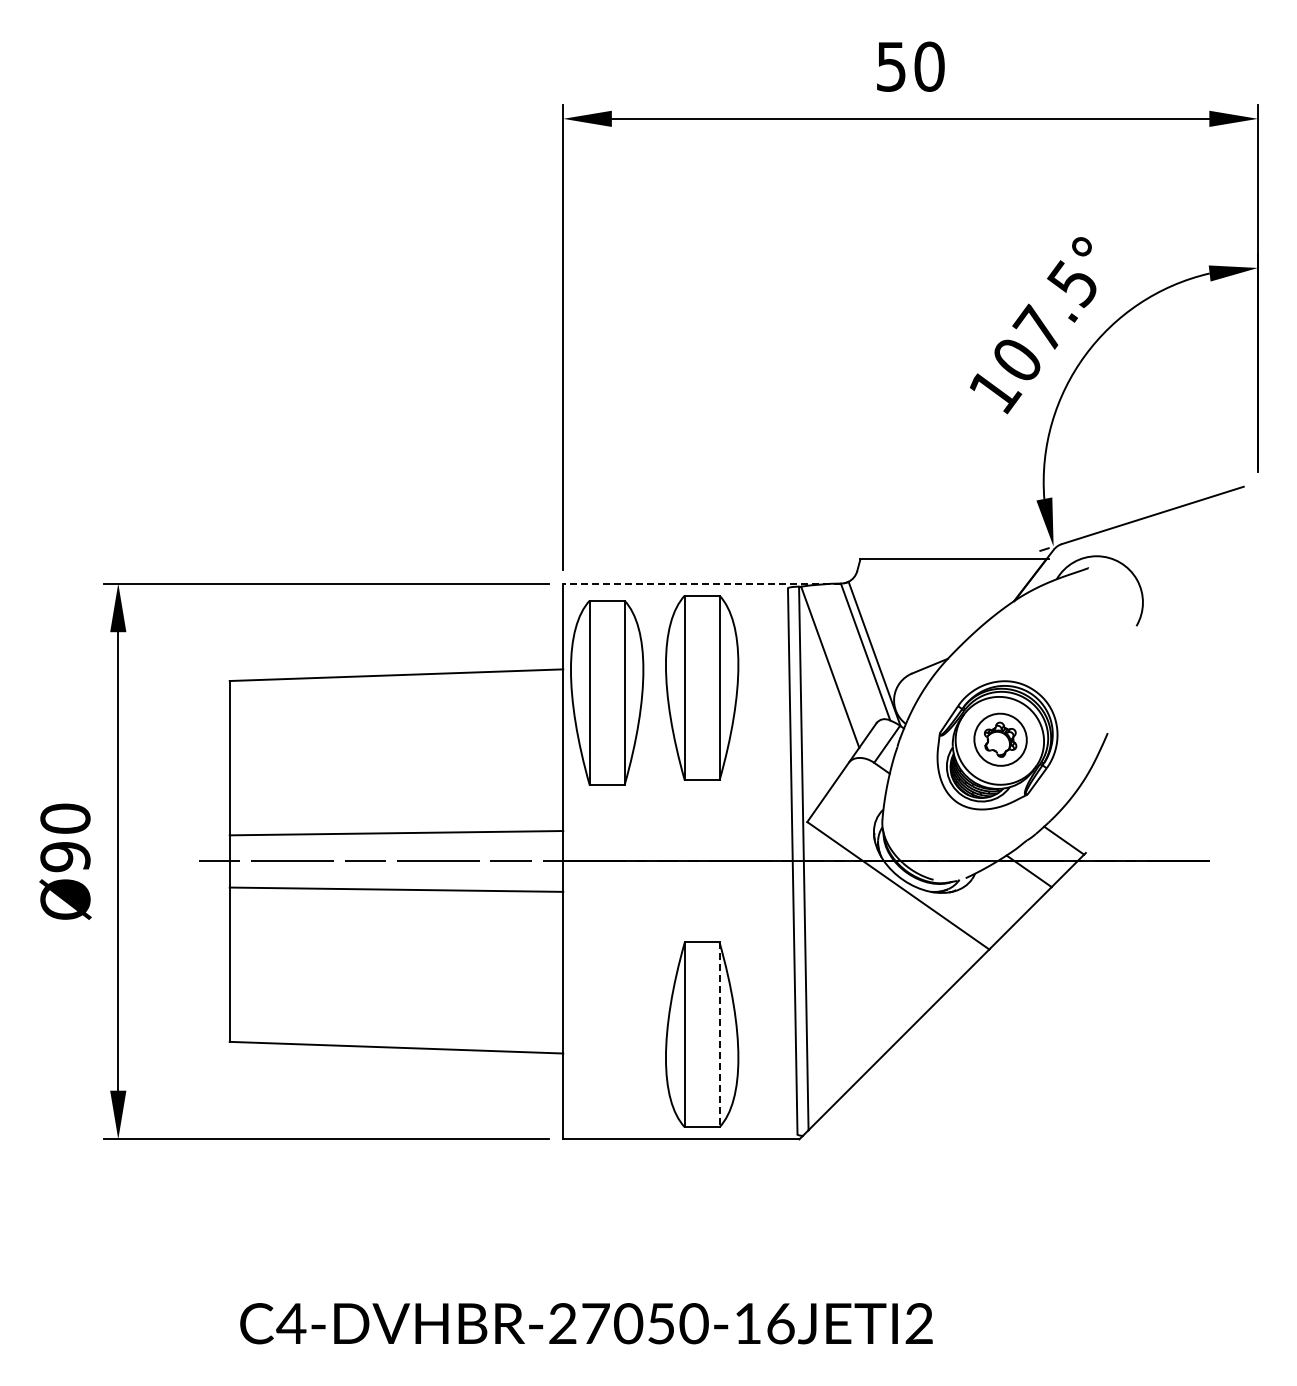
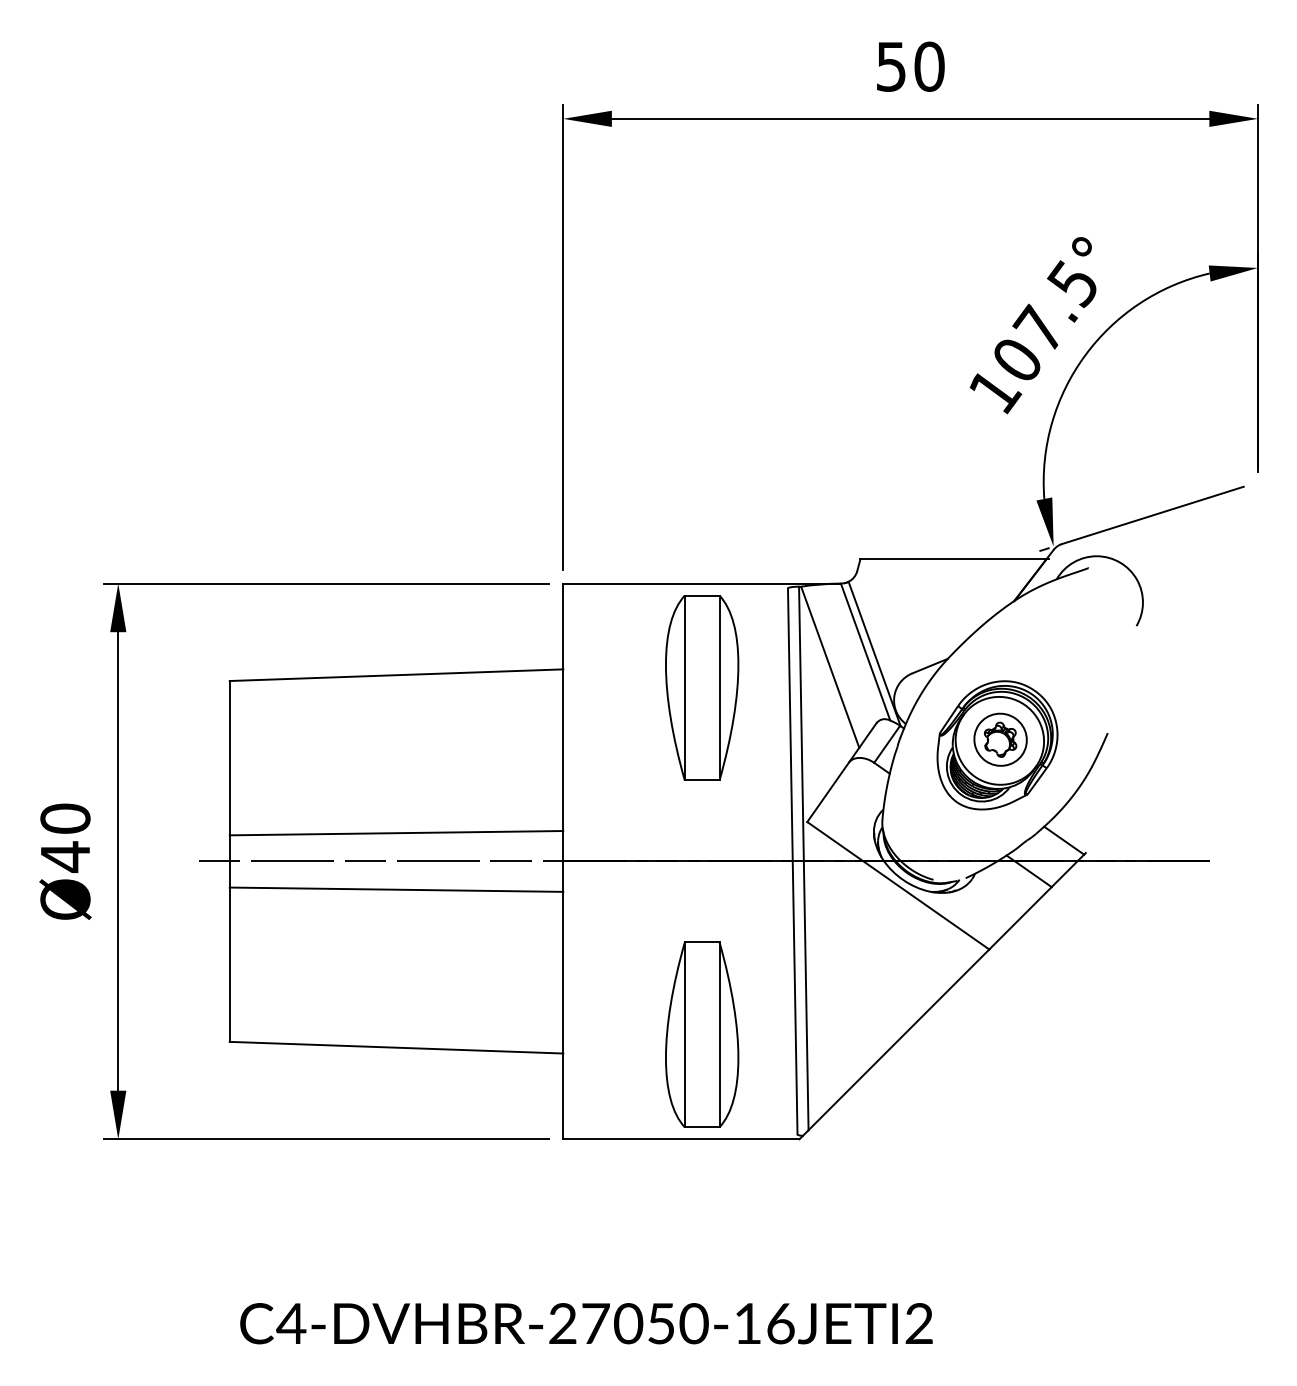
line at (702, 583): dashed -> solid
part at (607, 692): present -> none
text at (65, 856): Ø90 -> Ø40
line at (719, 1035): dashed -> solid
